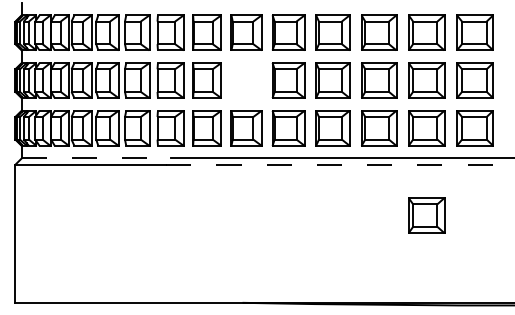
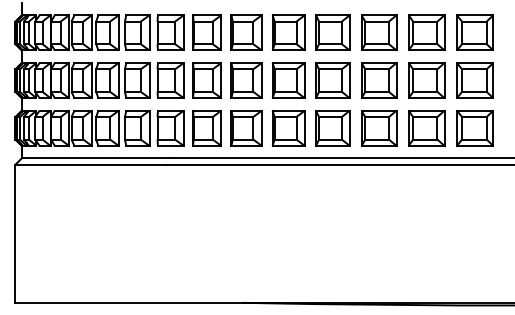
part at (246, 80): none -> present
line at (96, 158): dashed -> solid
line at (340, 164): dashed -> solid
part at (426, 215): present -> none
